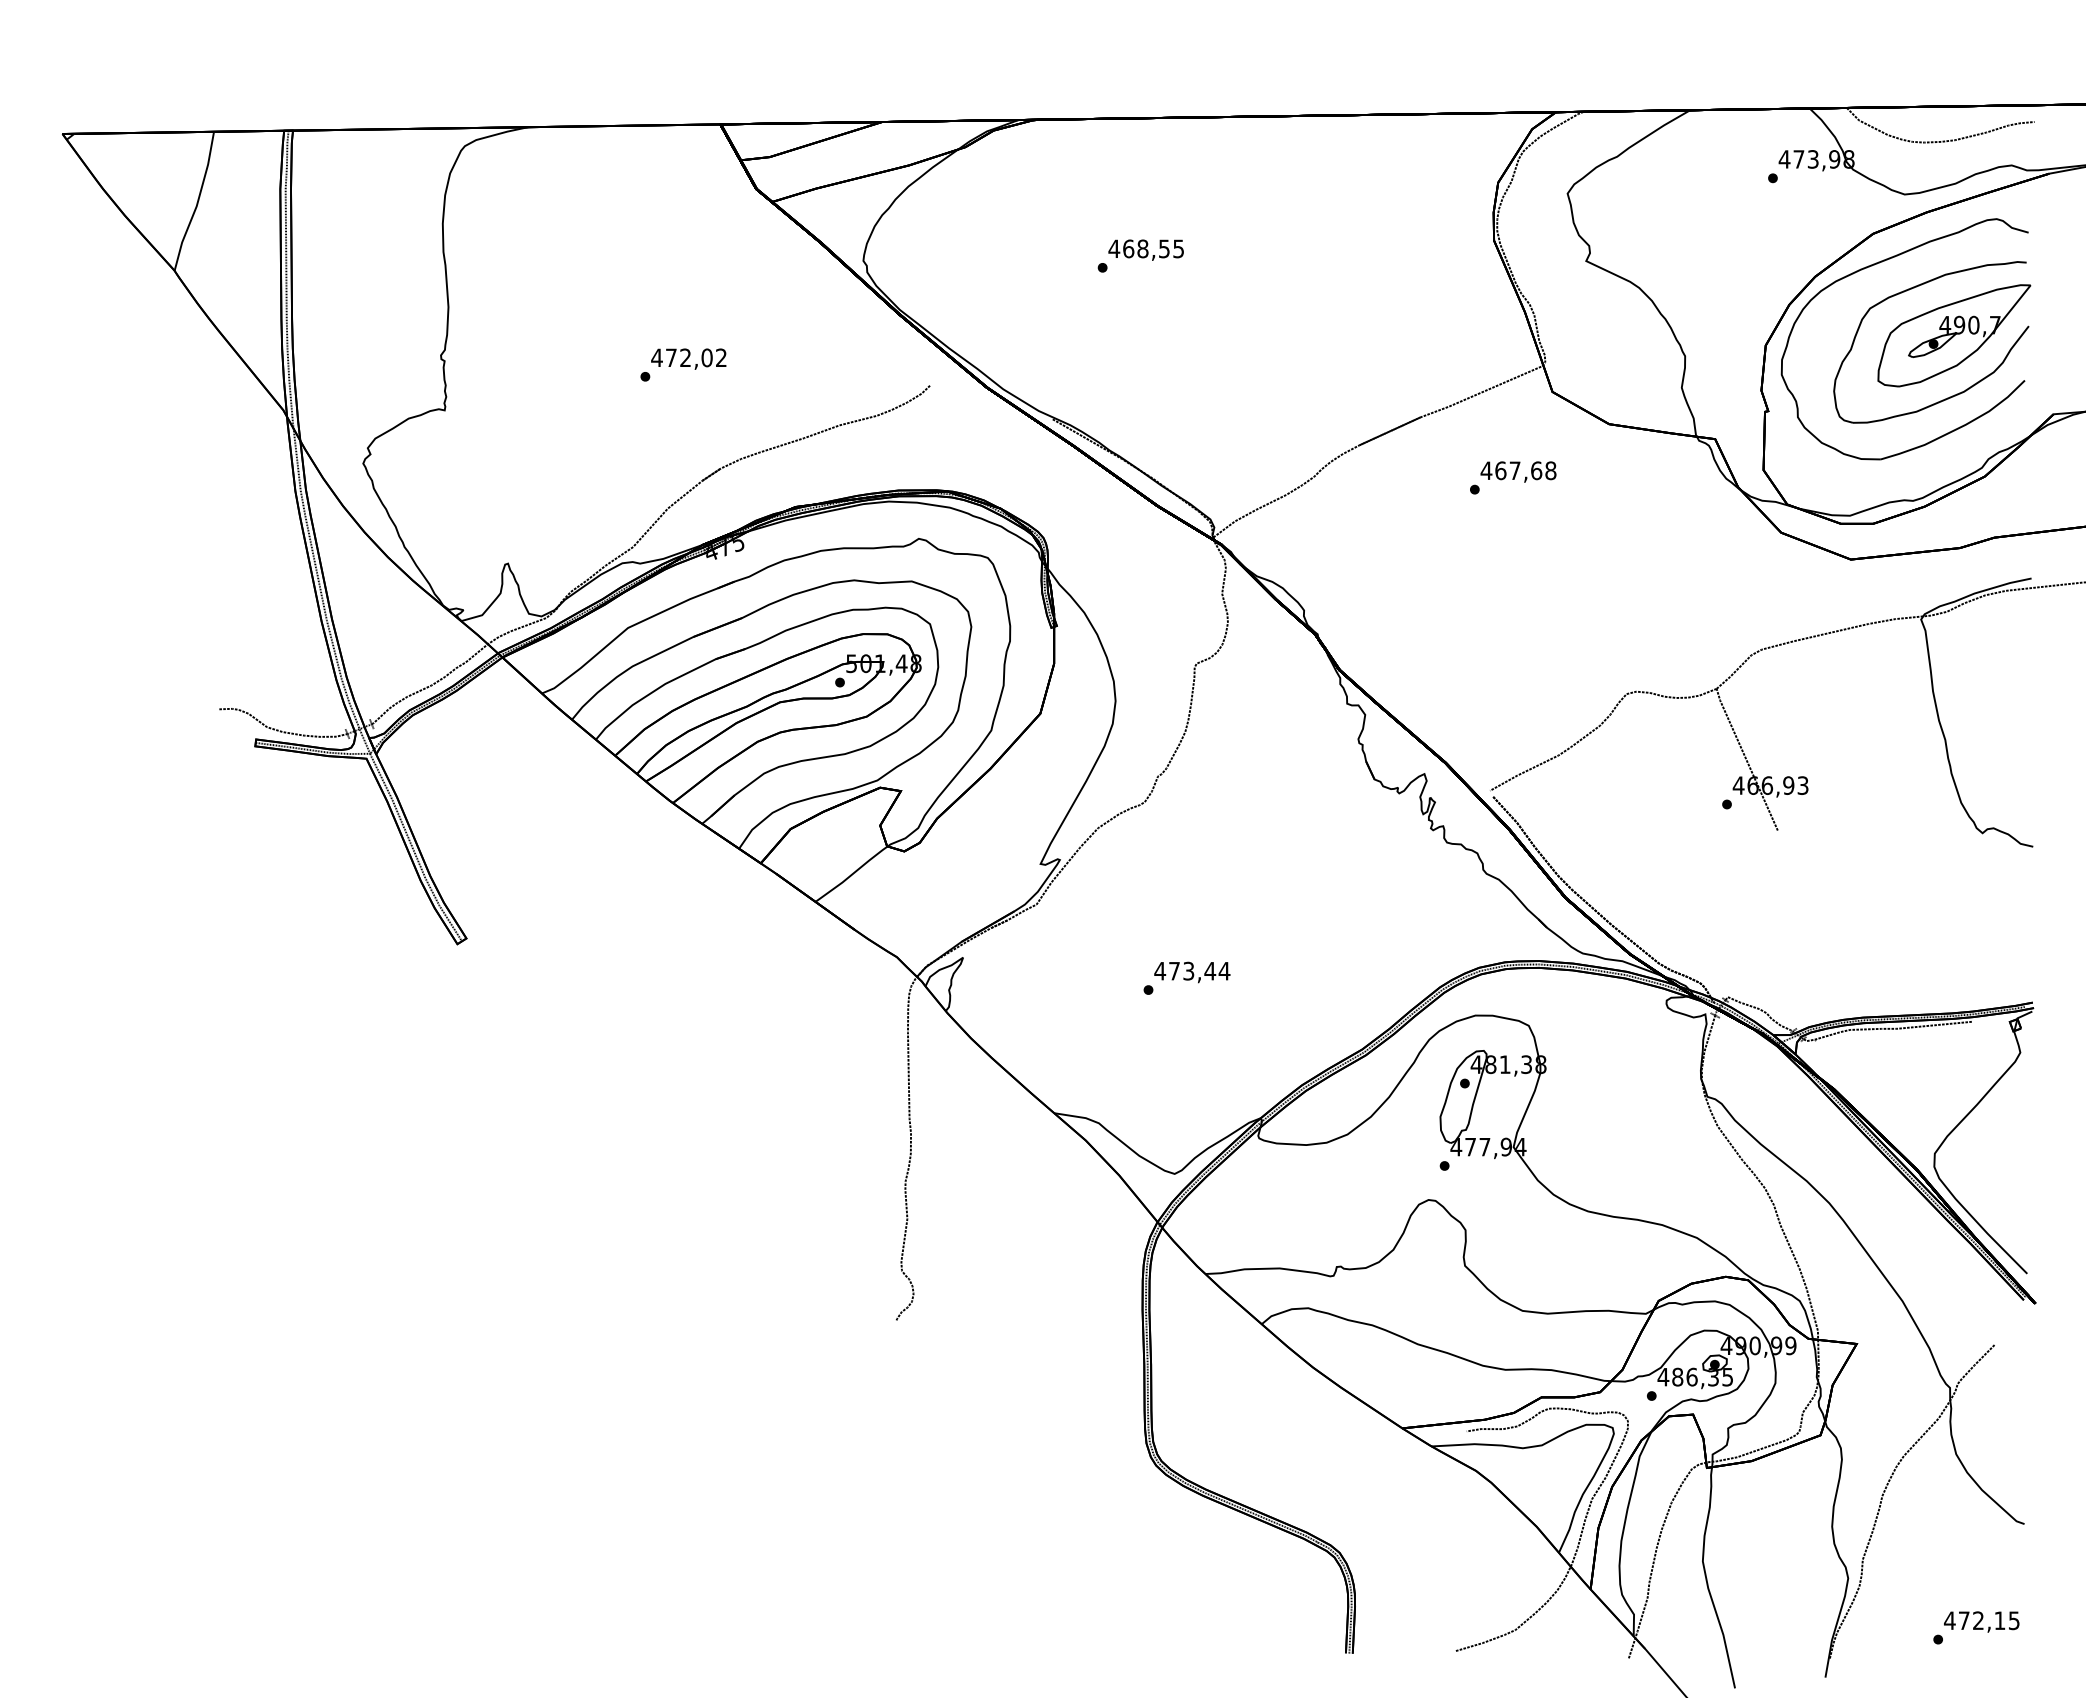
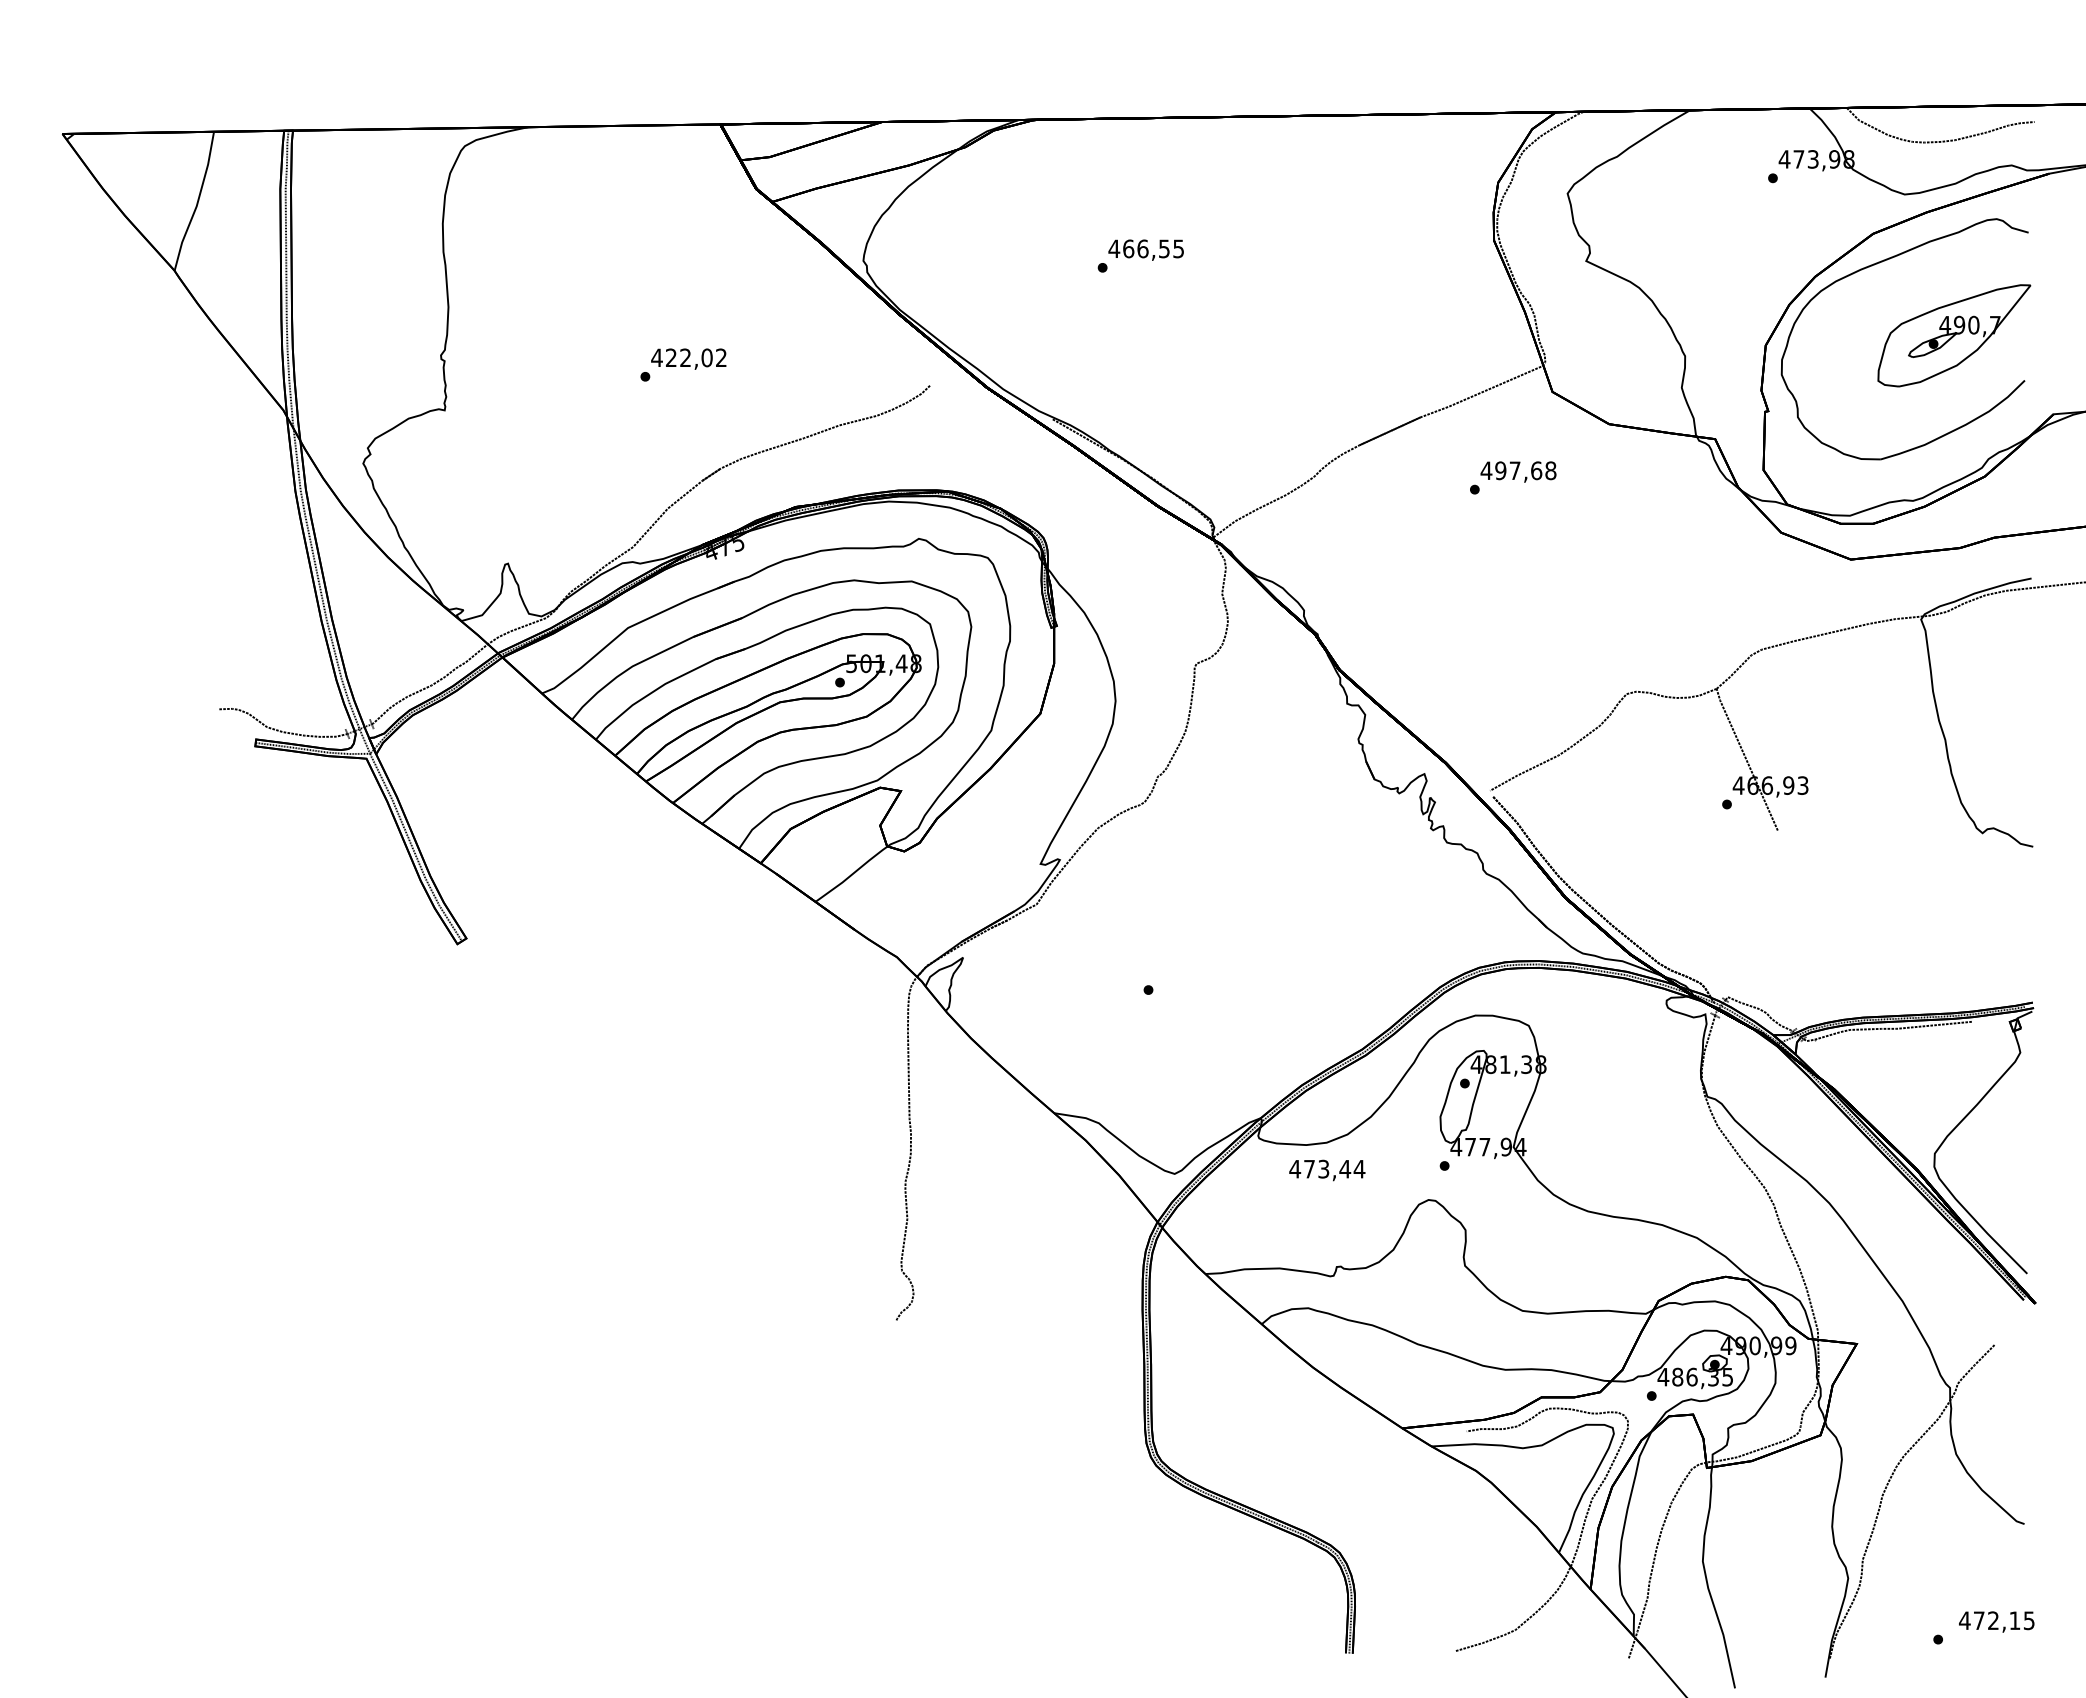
text at (1142, 248): 468,55 -> 466,55
part at (1909, 290): present -> none
text at (671, 357): 472,02 -> 422,02
text at (1500, 470): 467,68 -> 497,68
text at (1192, 972) position: (1192, 972) -> (1327, 1170)
text at (1981, 1621) position: (1981, 1621) -> (1996, 1621)
